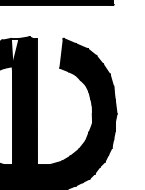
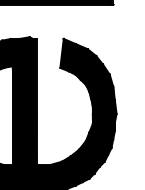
fill at (14, 52): none -> present
